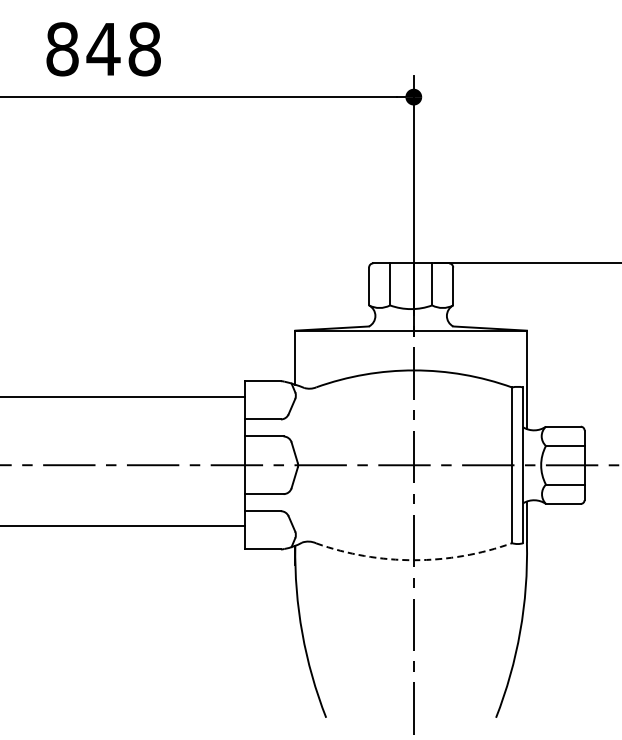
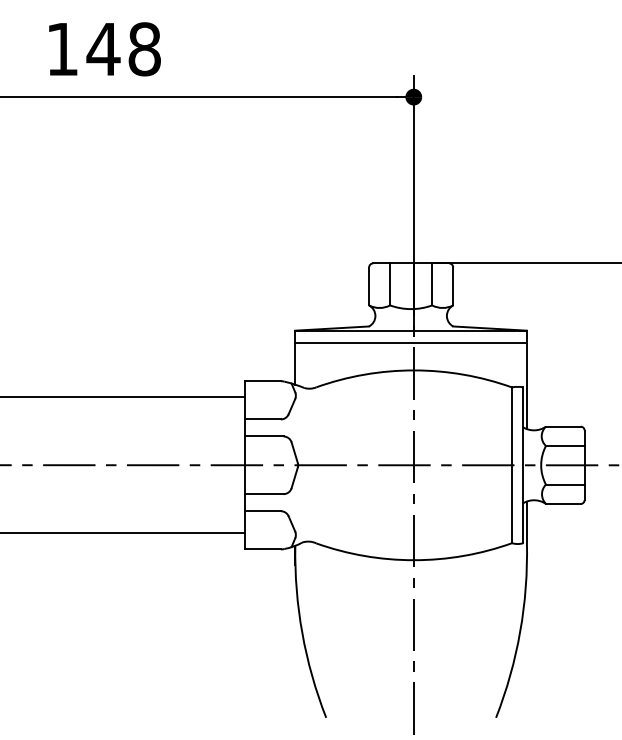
text at (62, 49): 848 -> 148
line at (410, 343): none -> present
line at (123, 526) position: (123, 526) -> (123, 533)
arc at (414, 560): dashed -> solid
